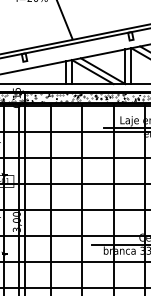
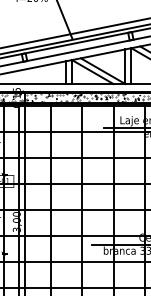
line at (74, 32): none -> present
line at (74, 50): none -> present
